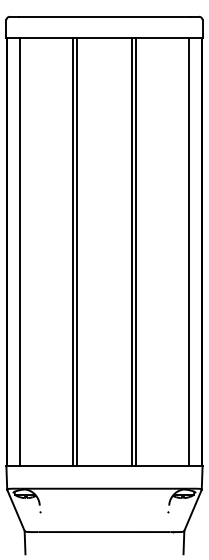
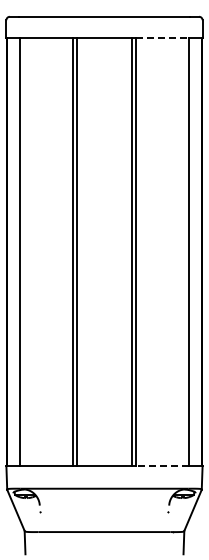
line at (163, 38): solid -> dashed
line at (162, 466): solid -> dashed
